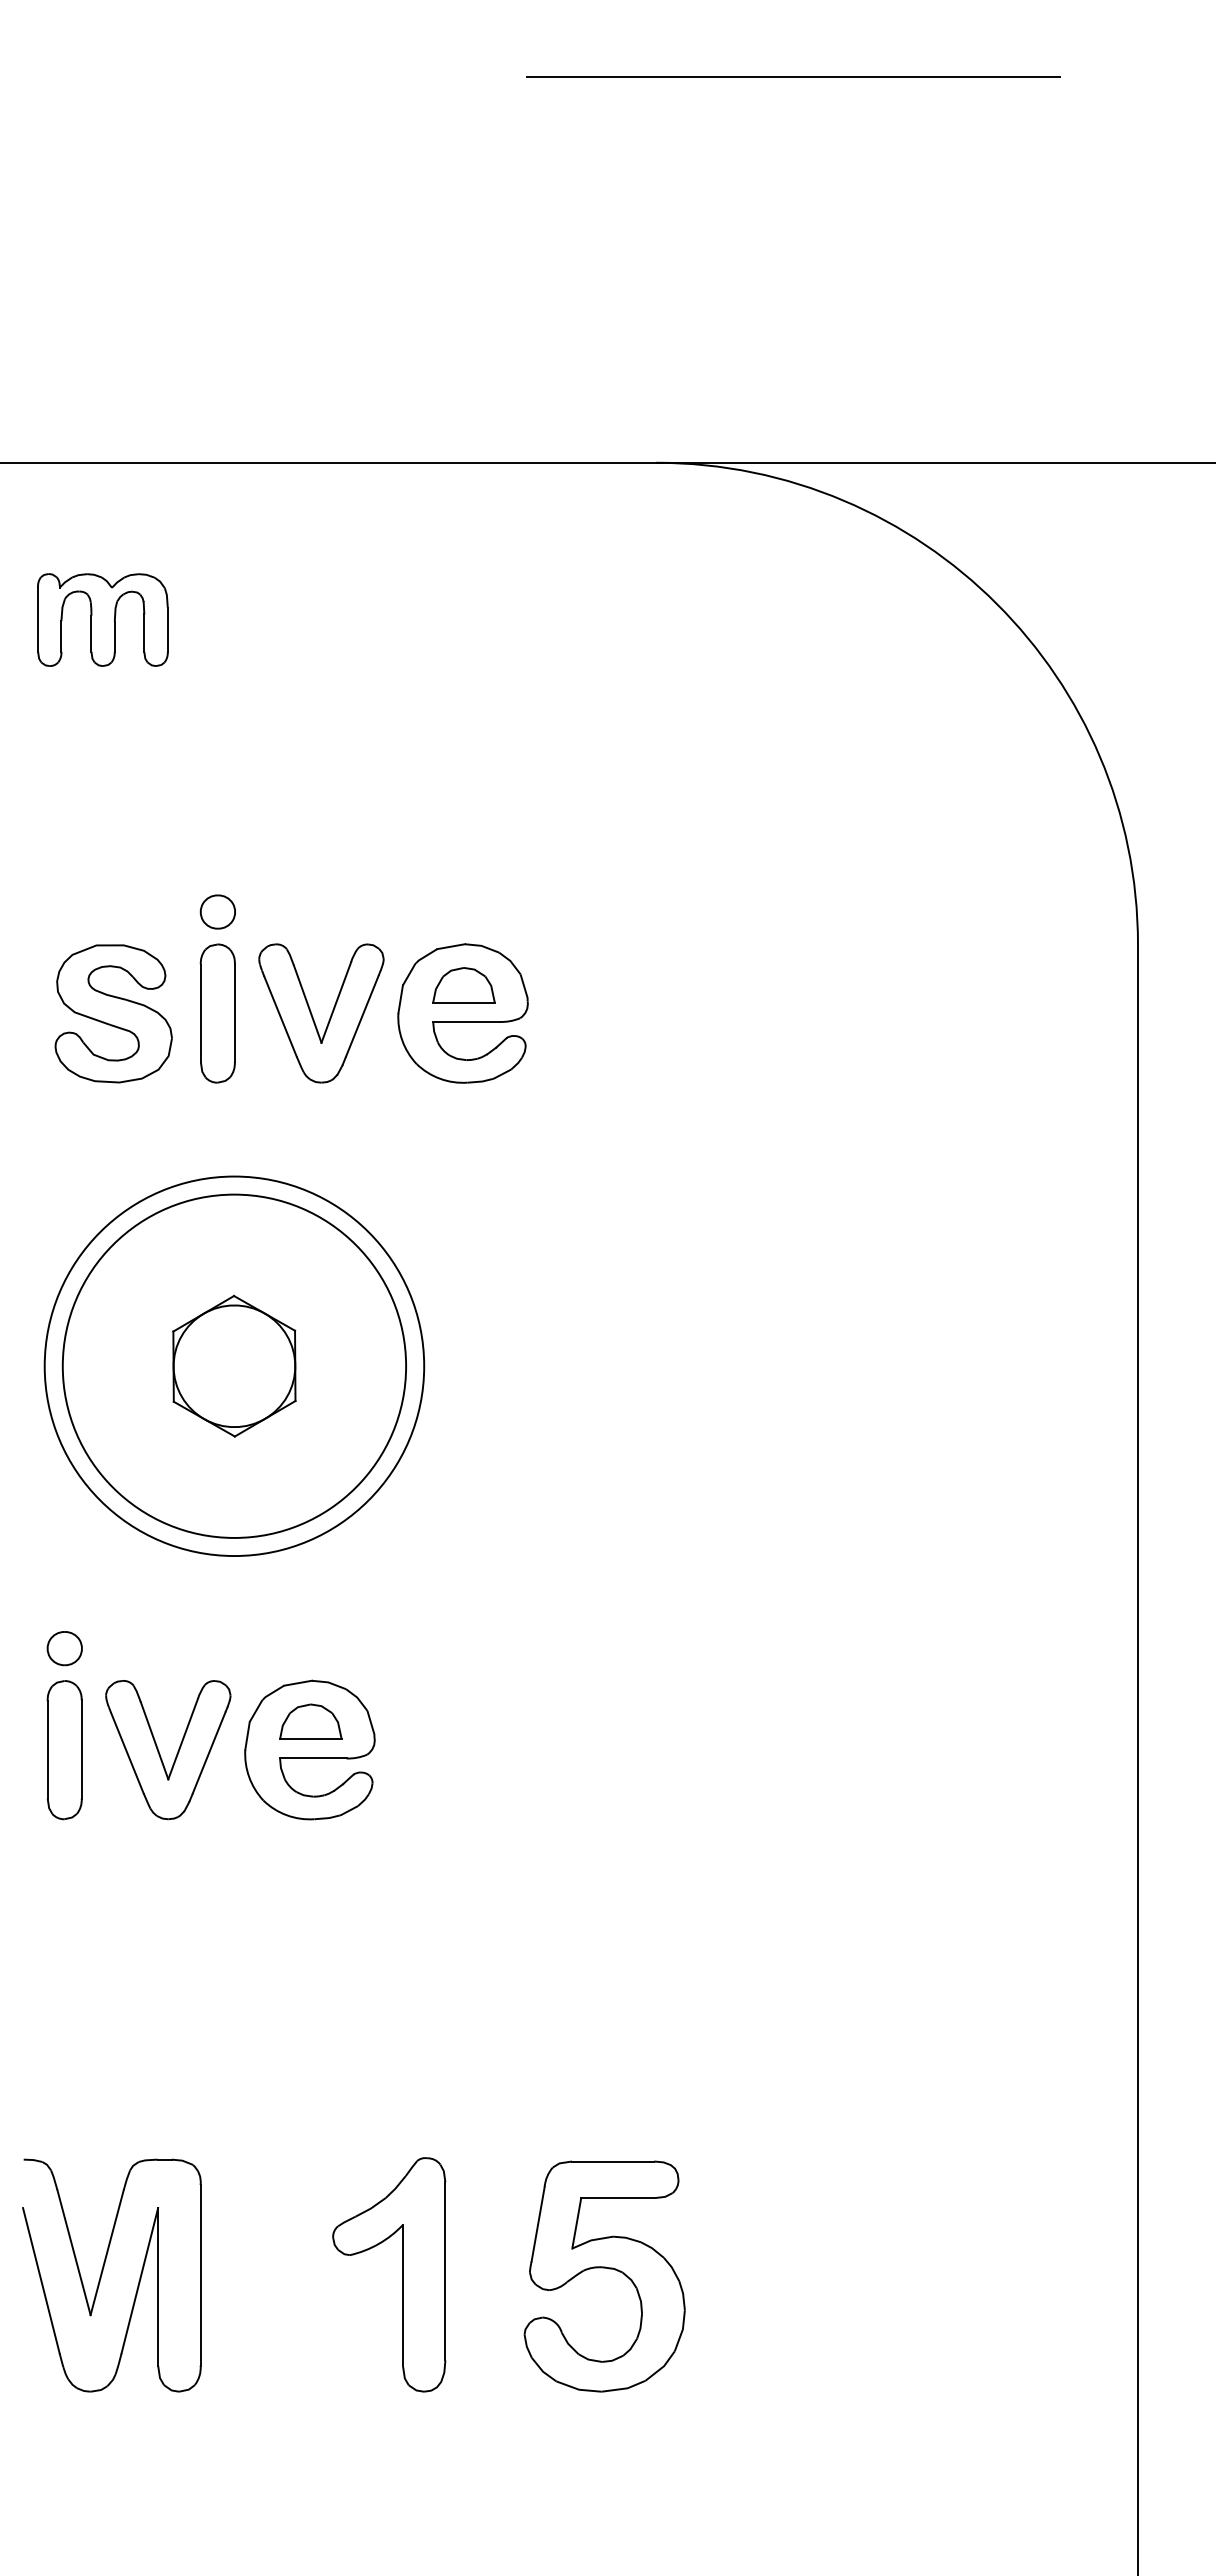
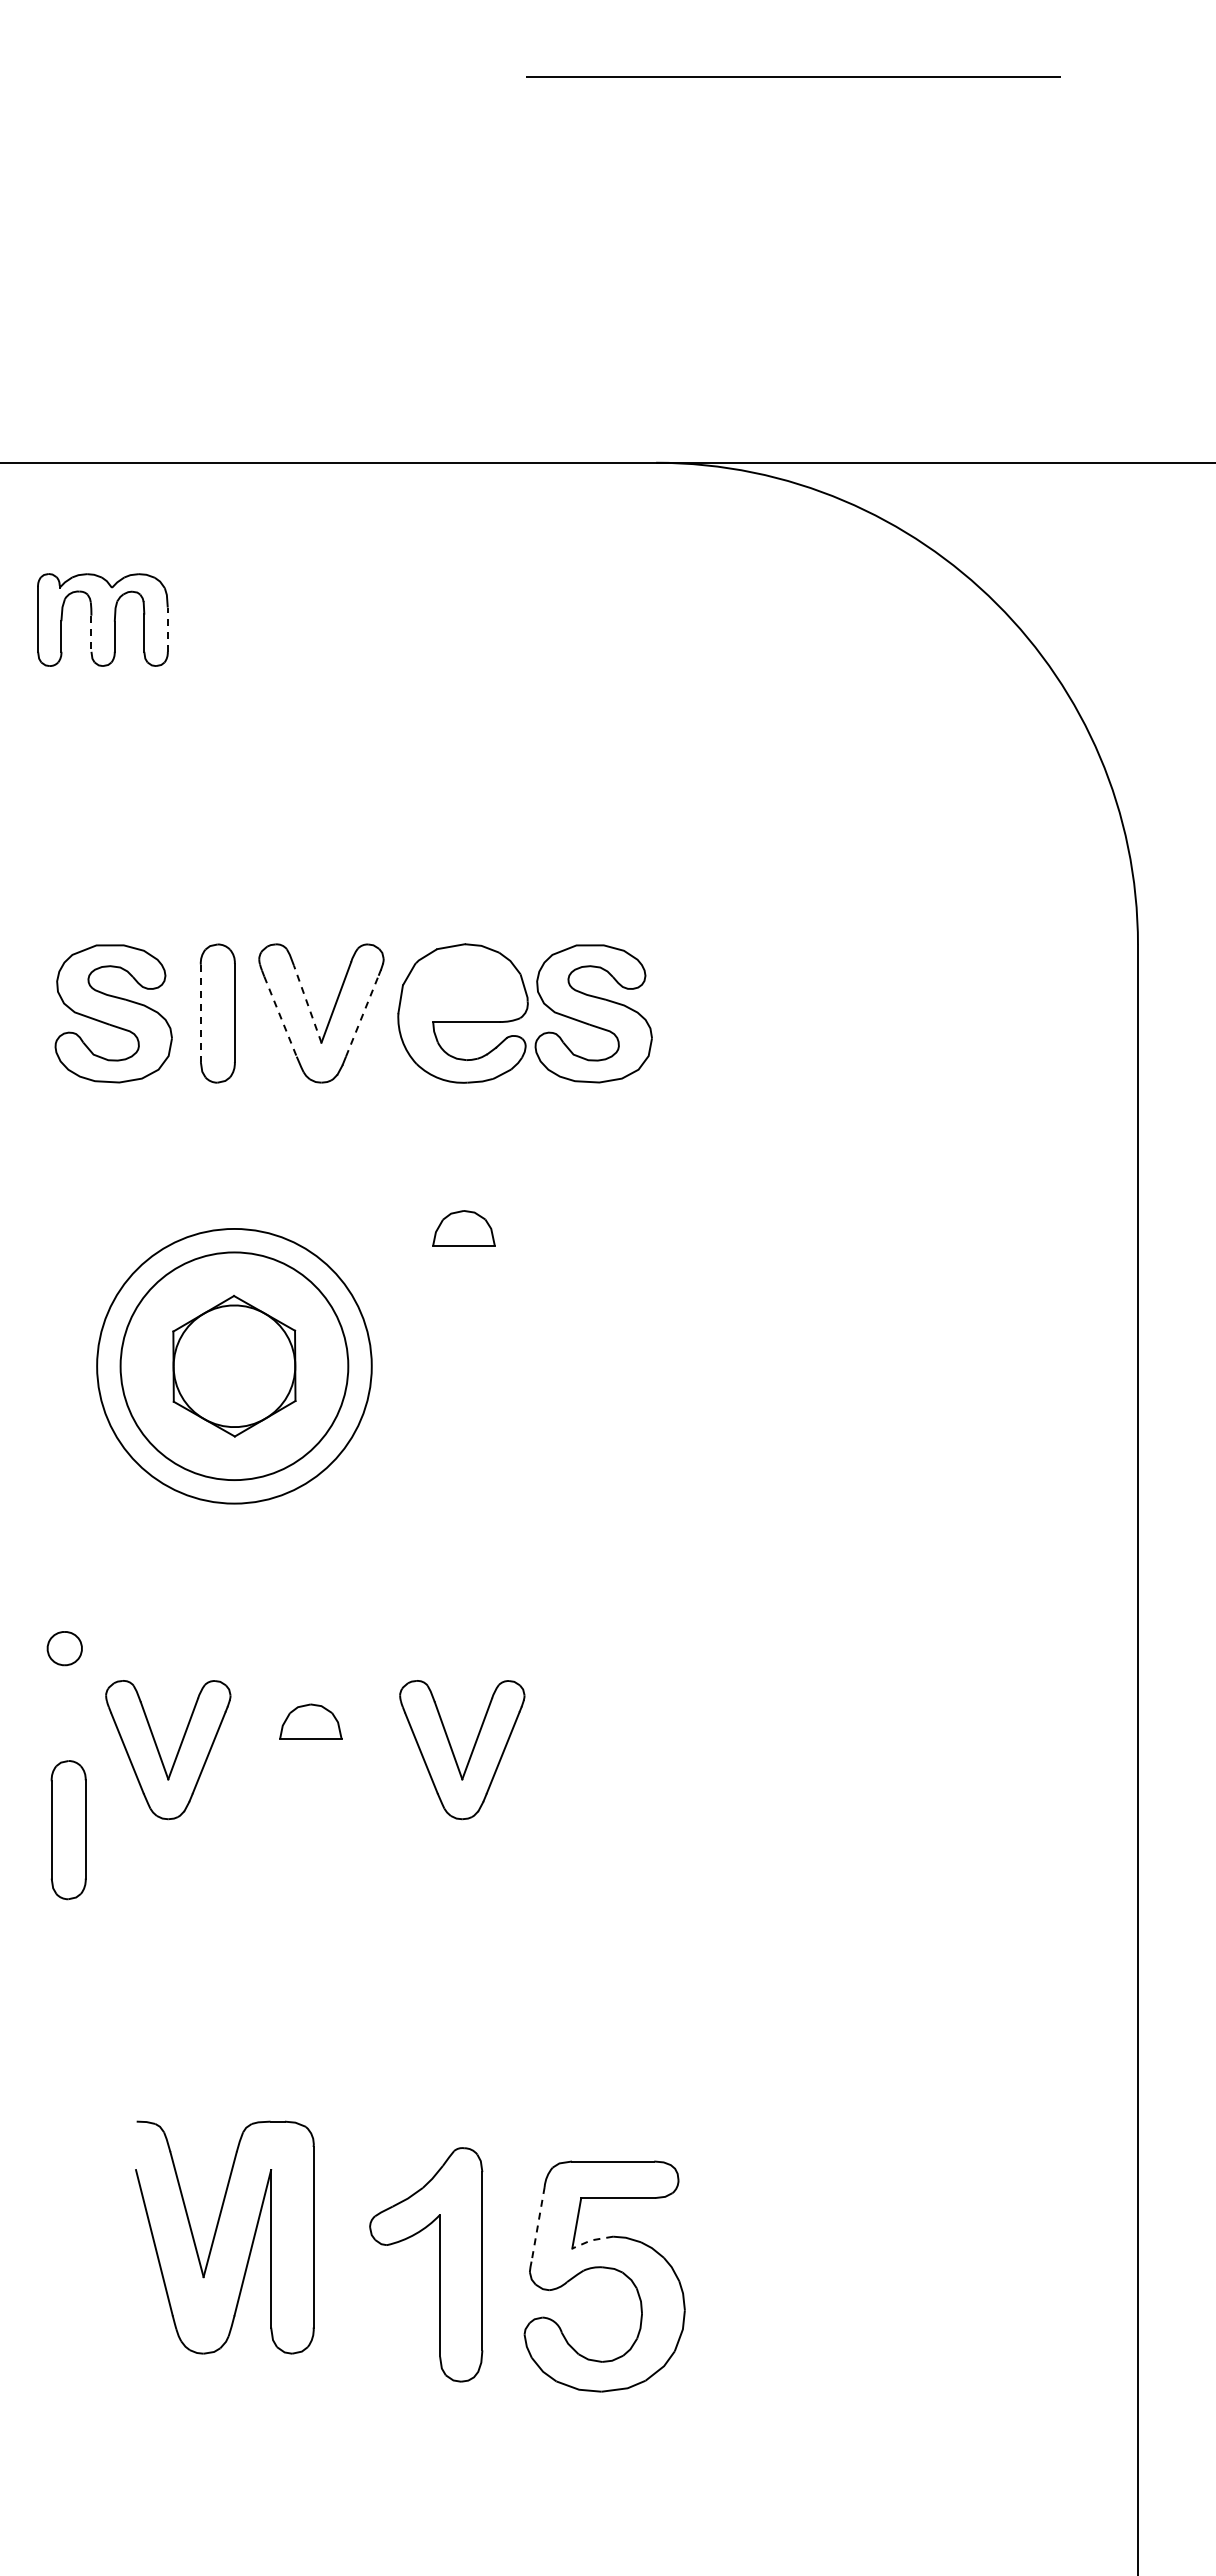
line at (167, 629): solid -> dashed
line at (91, 634): solid -> dashed
part at (217, 911): present -> none
part at (463, 985) position: (463, 985) -> (463, 1228)
line at (307, 1004): solid -> dashed
line at (200, 1013): solid -> dashed
part at (593, 1013): none -> present
line at (362, 1016): solid -> dashed
line at (280, 1017): solid -> dashed
circle at (234, 1365) diameter: 343 px -> 275 px
circle at (234, 1366) diameter: 379 px -> 228 px
part at (309, 1749): present -> none
part at (64, 1750) position: (64, 1750) -> (68, 1830)
part at (454, 1753): none -> present
line at (538, 2224): solid -> dashed
line at (591, 2240): solid -> dashed
part at (103, 2271) position: (103, 2271) -> (216, 2233)
part at (402, 2274) position: (402, 2274) -> (439, 2264)
